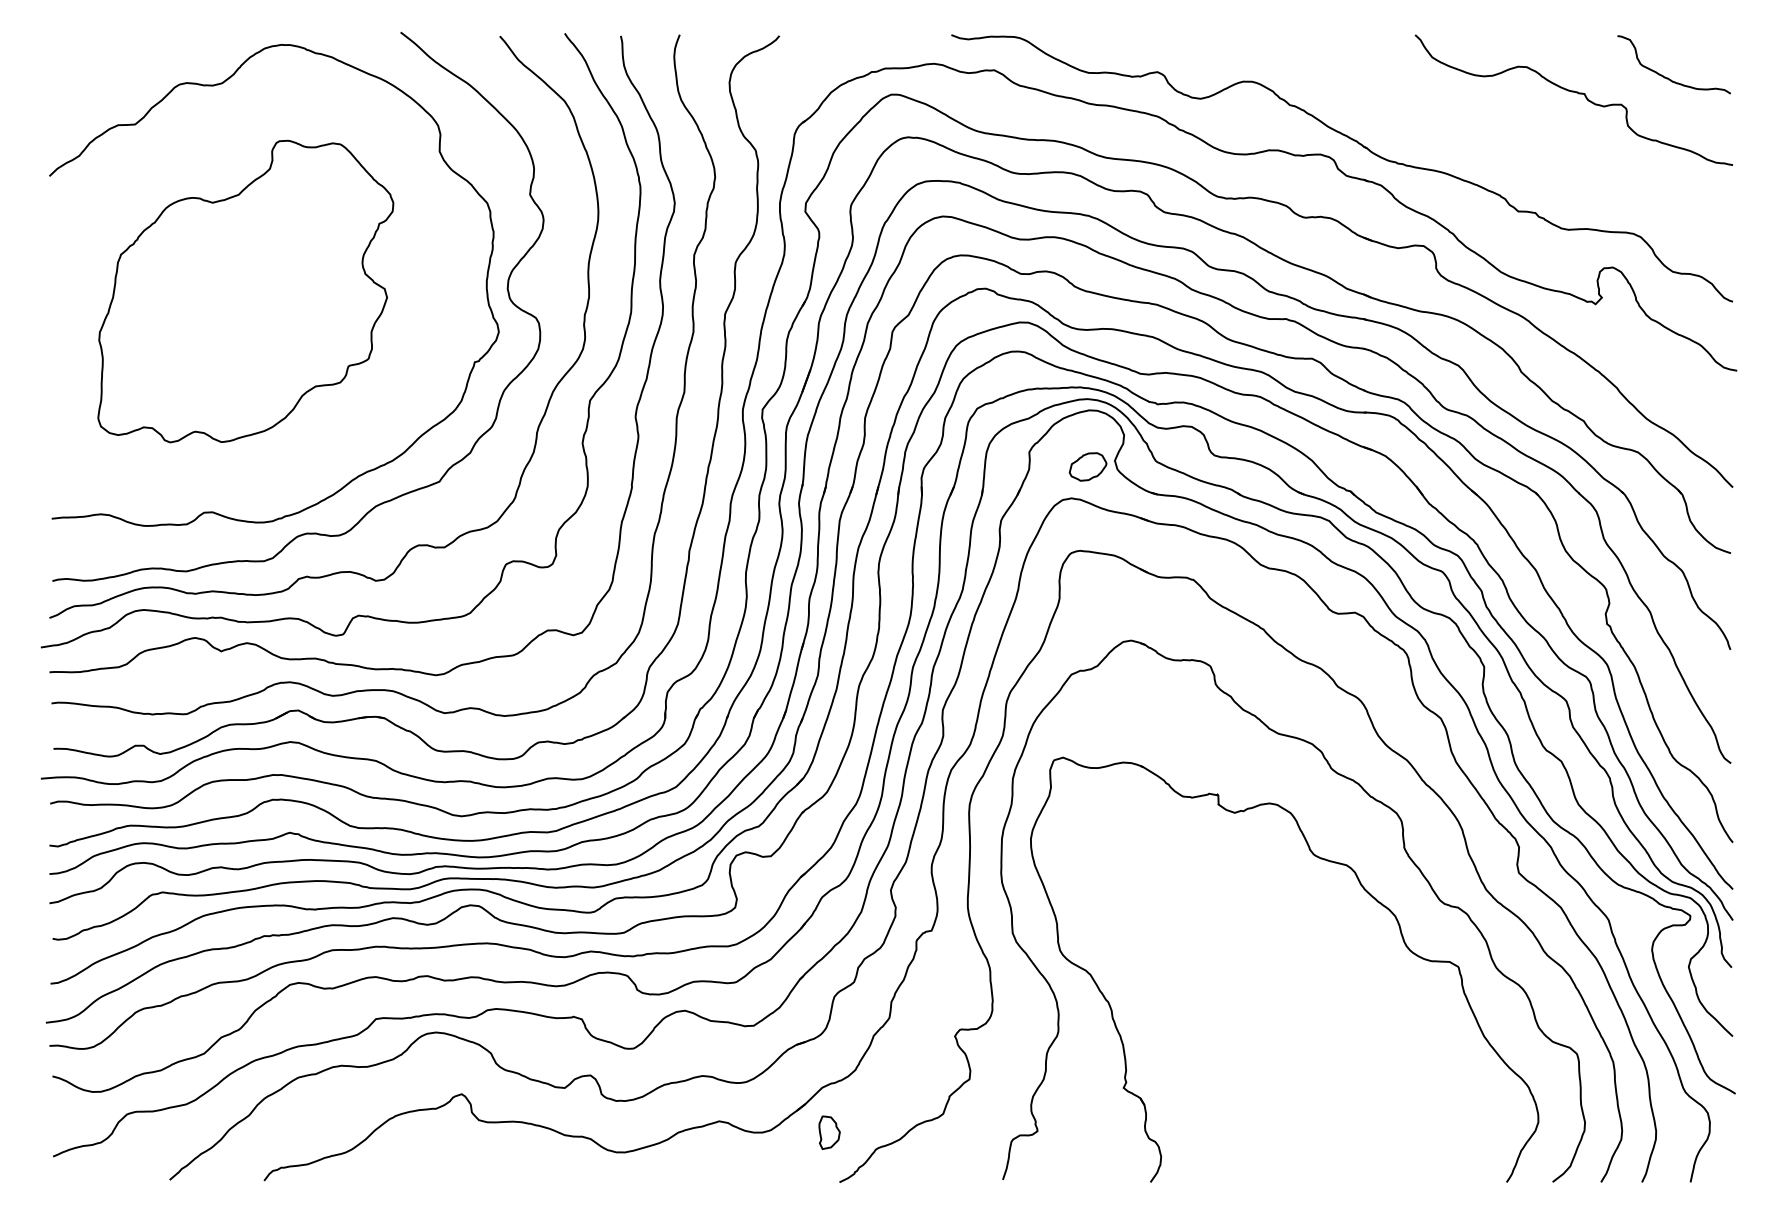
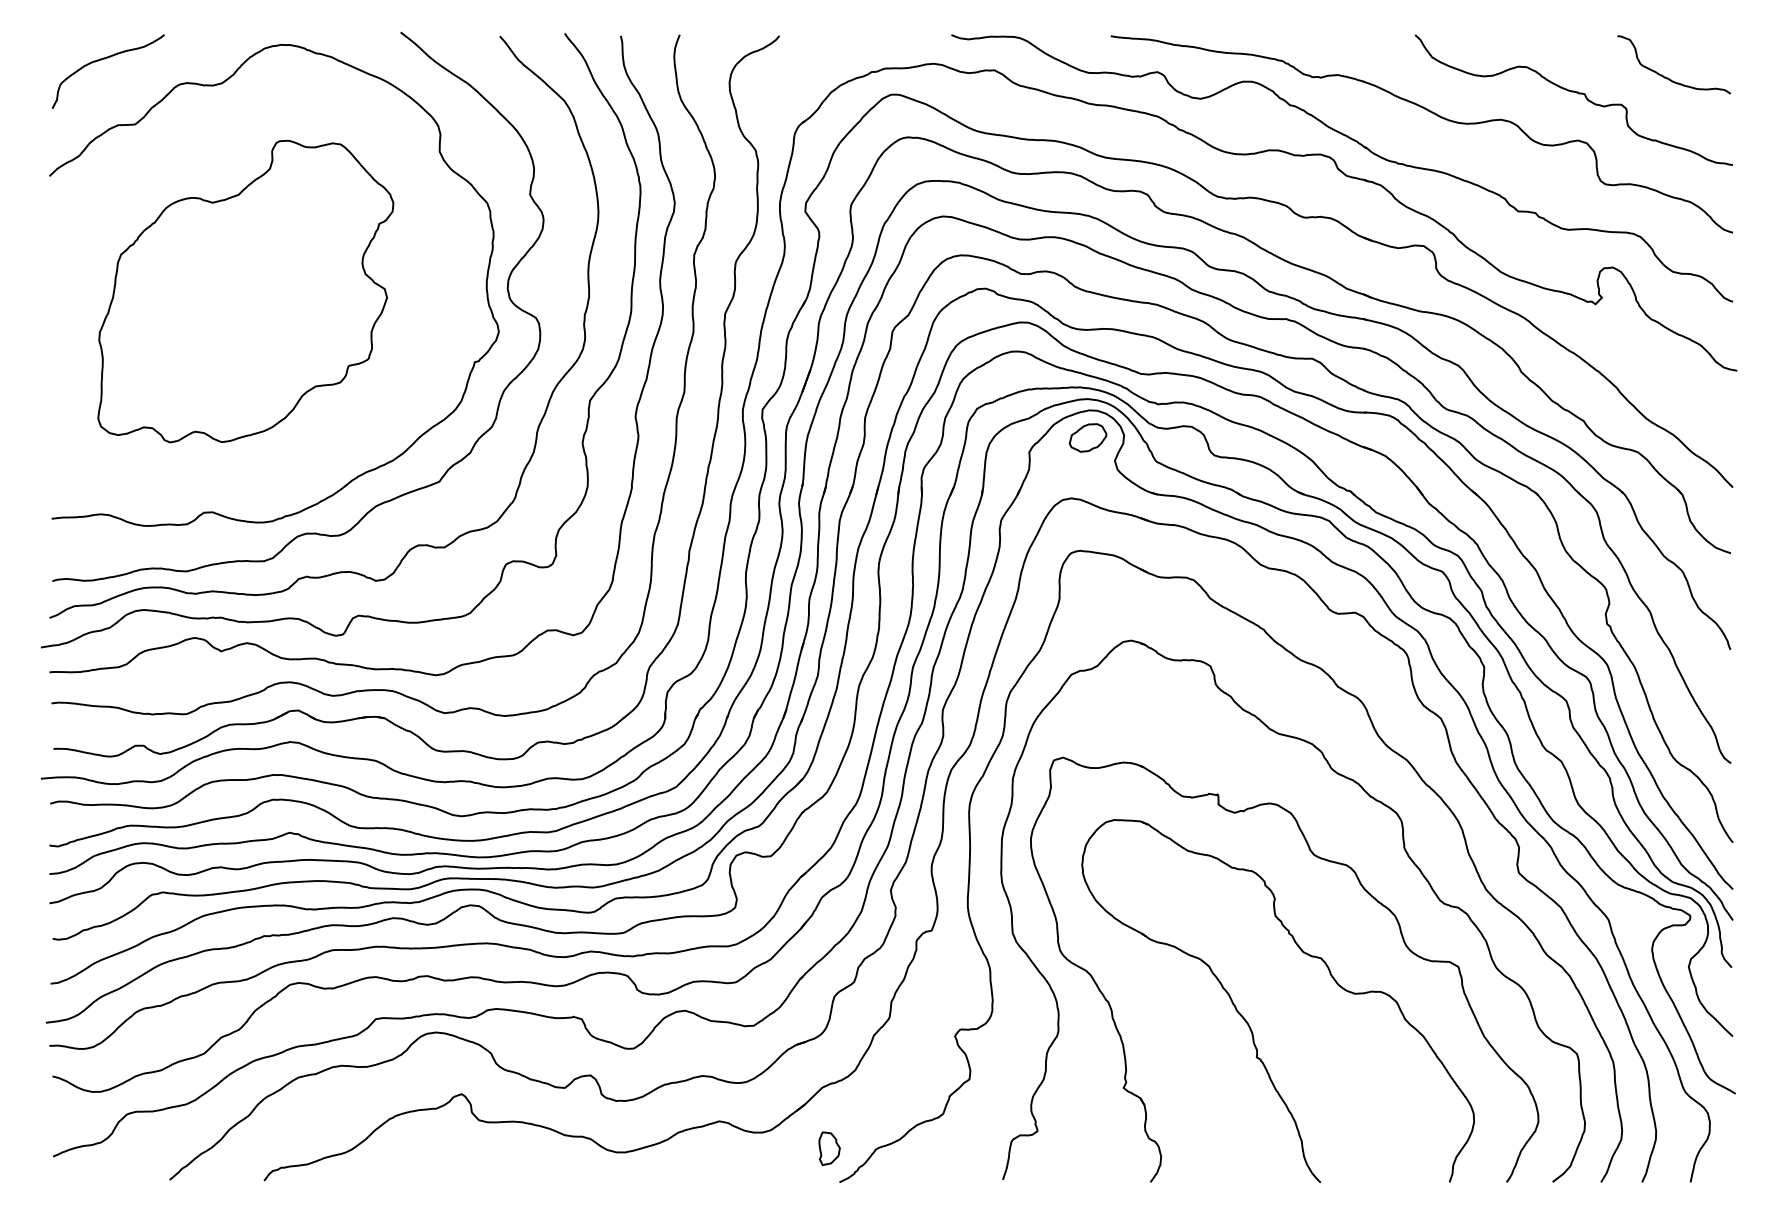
curve at (104, 59): none -> present
part at (1431, 113): none -> present
part at (1087, 466) position: (1087, 466) -> (1087, 437)
part at (1248, 1022): none -> present
part at (829, 1132) position: (829, 1132) -> (829, 1148)
